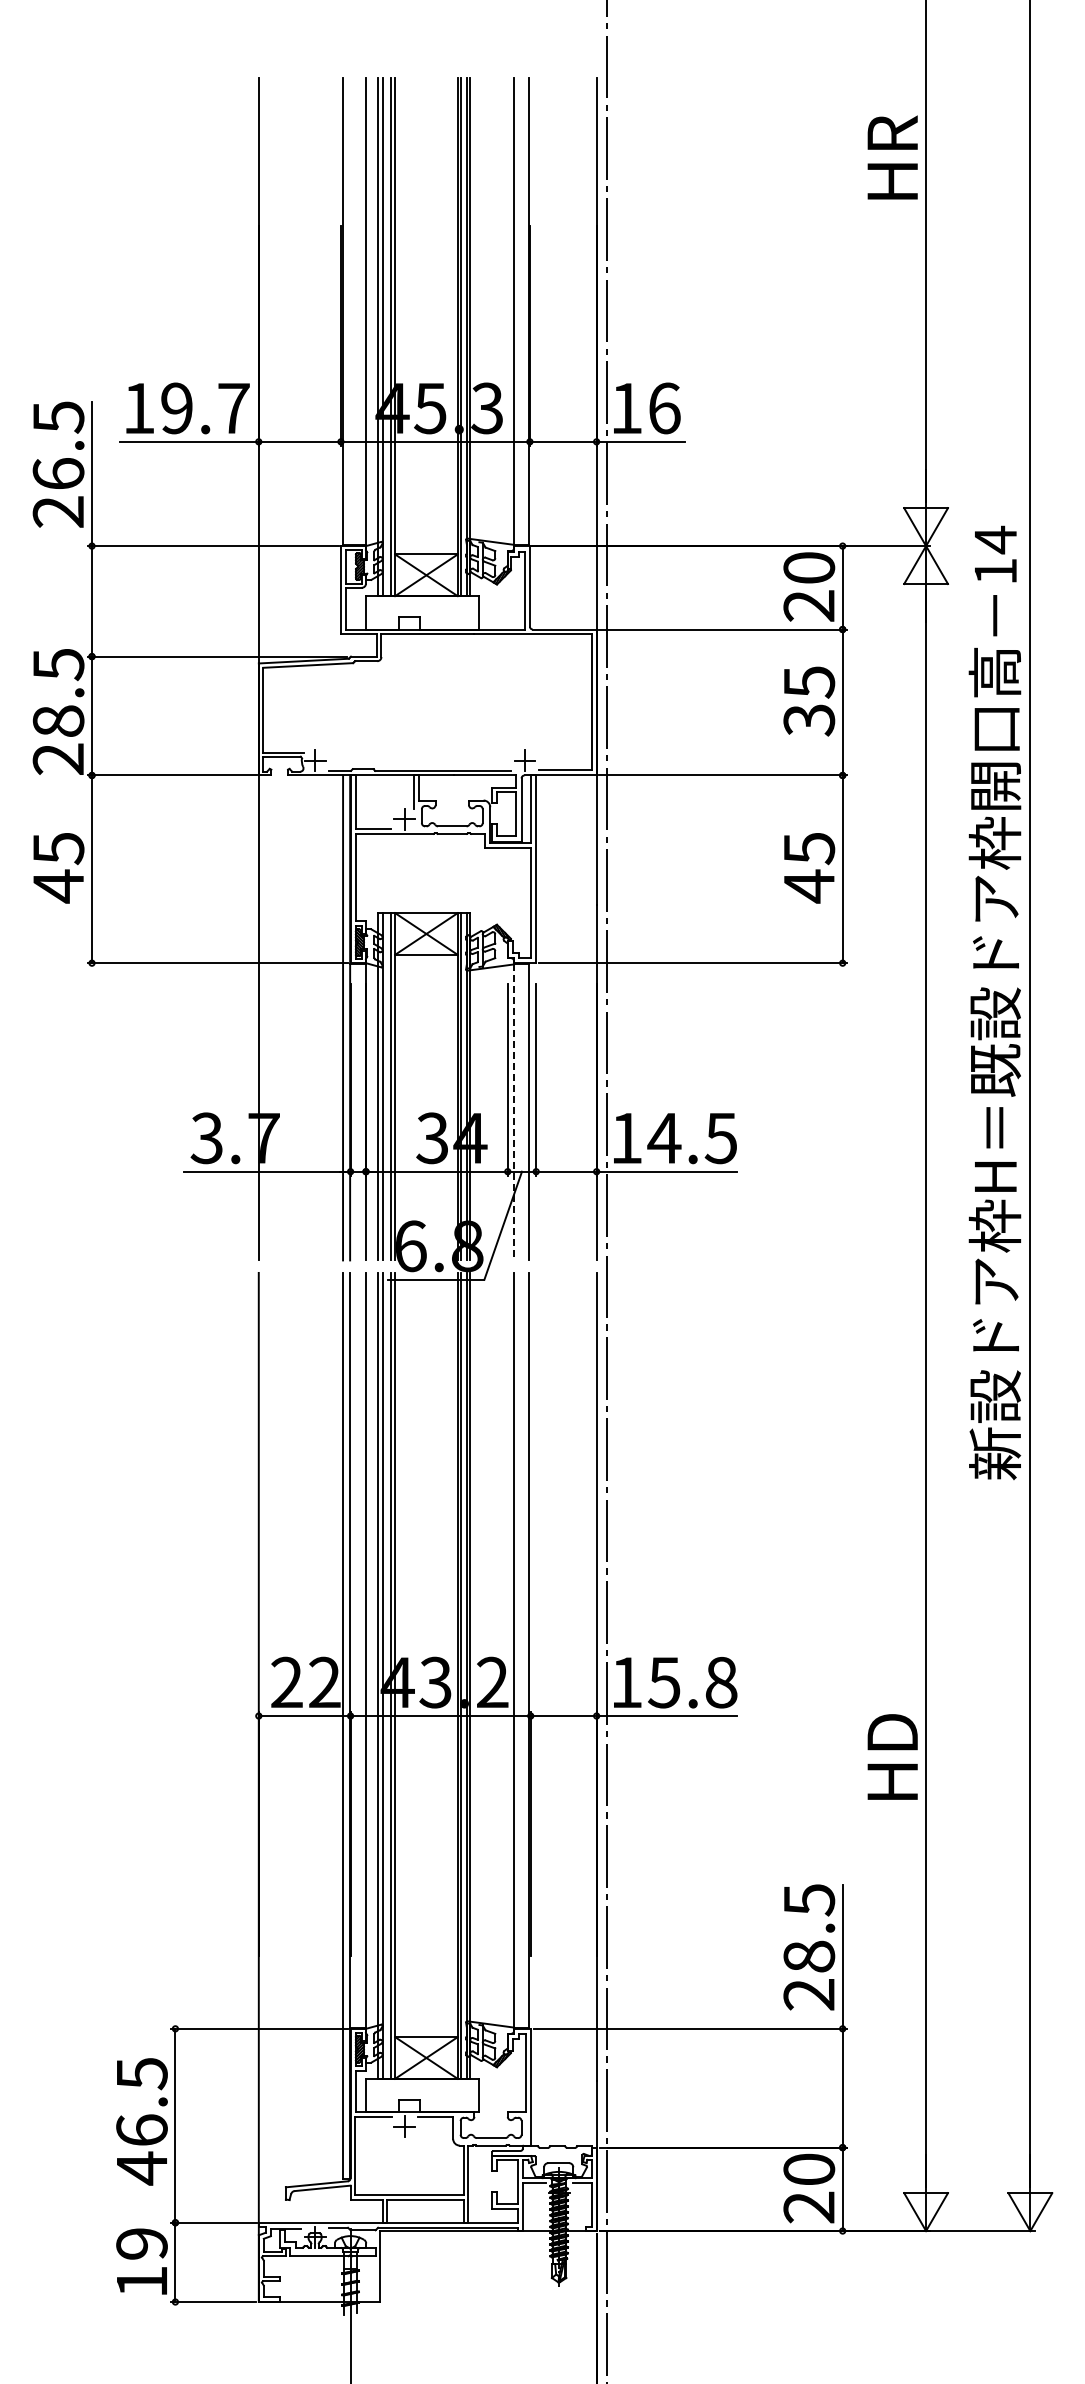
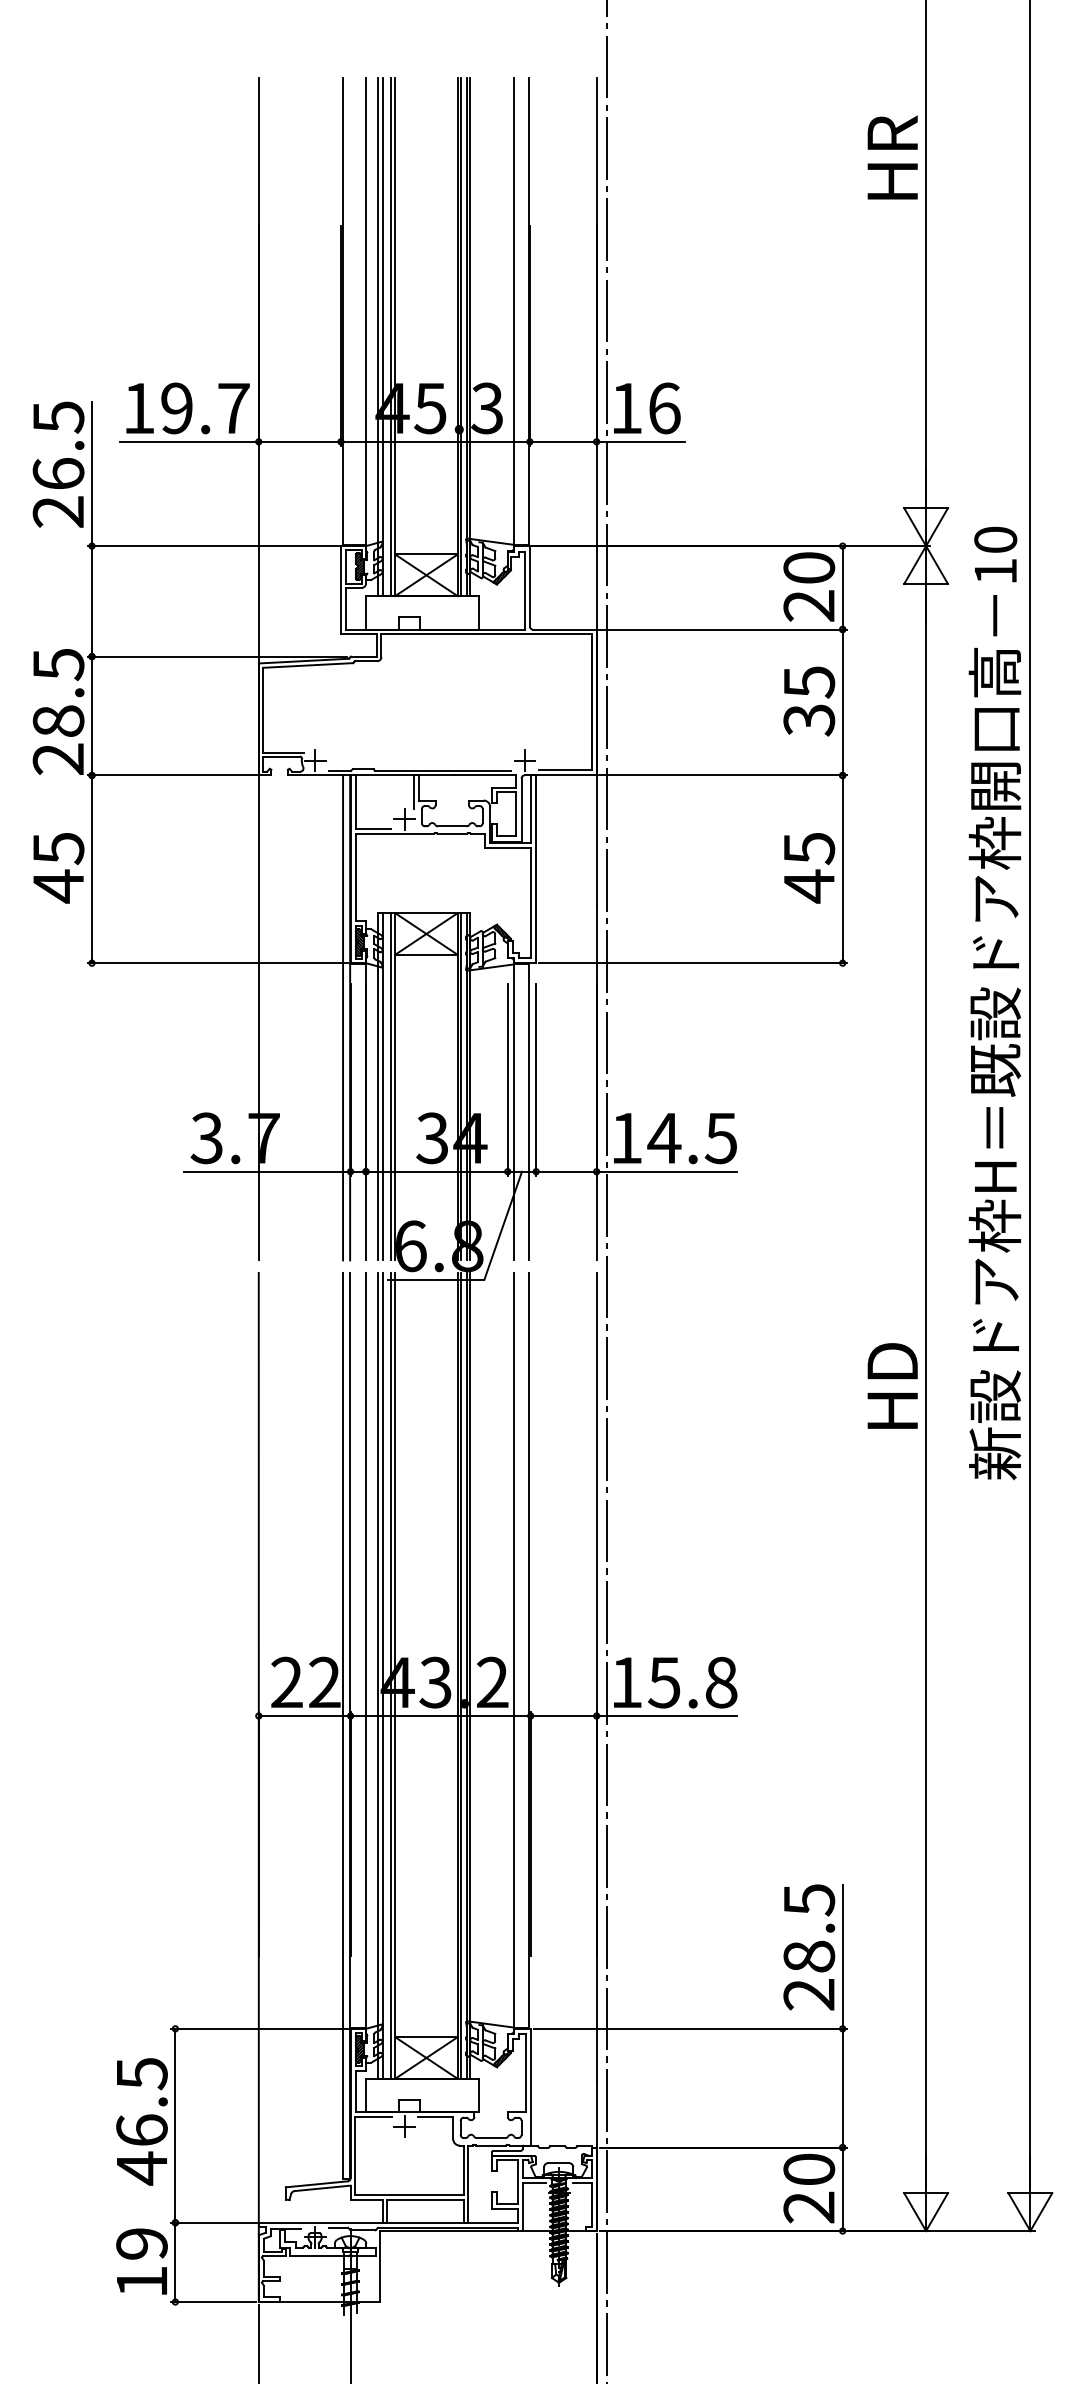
text at (995, 539): 14 -> 10
line at (514, 1112): dashed -> solid
text at (892, 1756) position: (892, 1756) -> (892, 1385)
line at (258, 2342): none -> present
